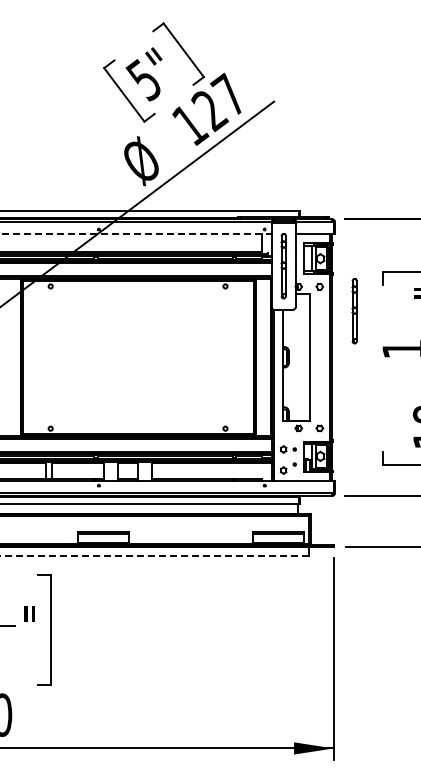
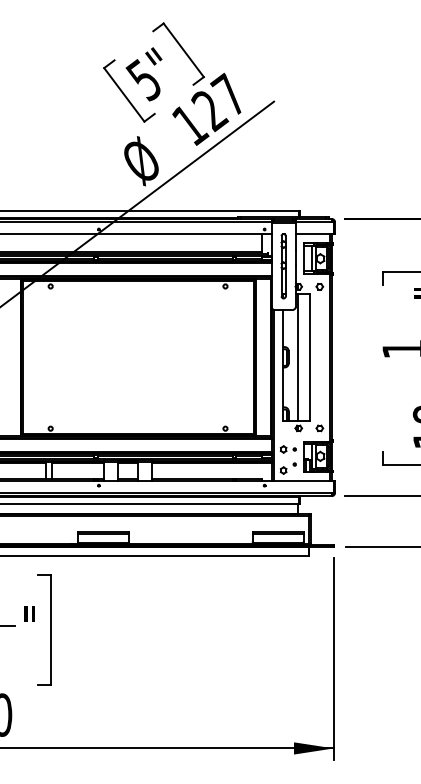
line at (136, 234): dashed -> solid
part at (354, 311): present -> none
line at (298, 357): none -> present
line at (154, 555): dashed -> solid
